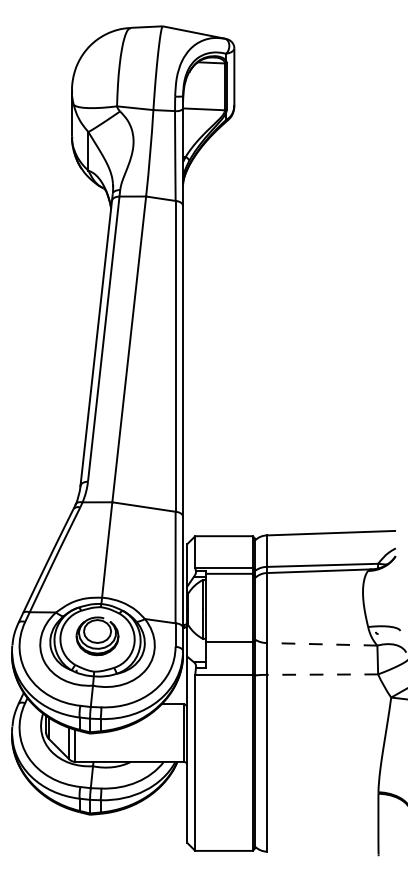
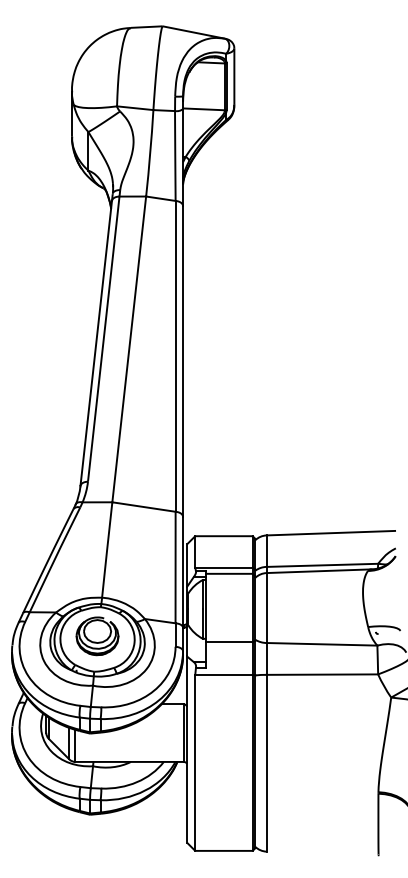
line at (321, 644): dashed -> solid
line at (322, 674): dashed -> solid
